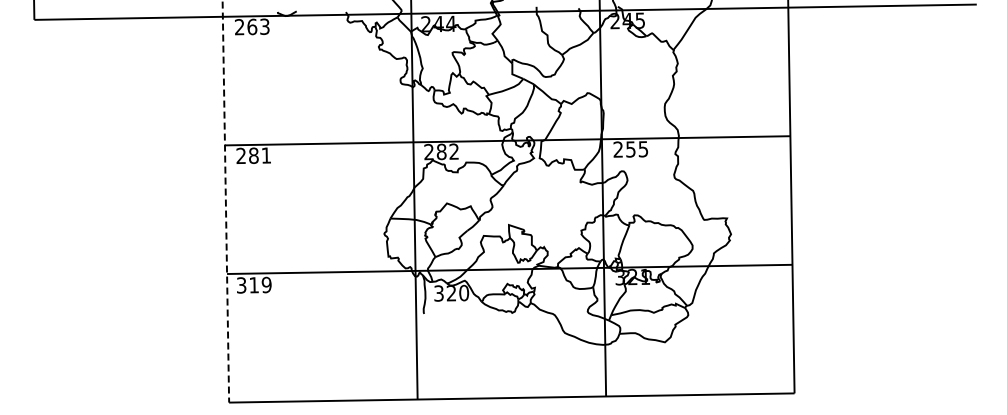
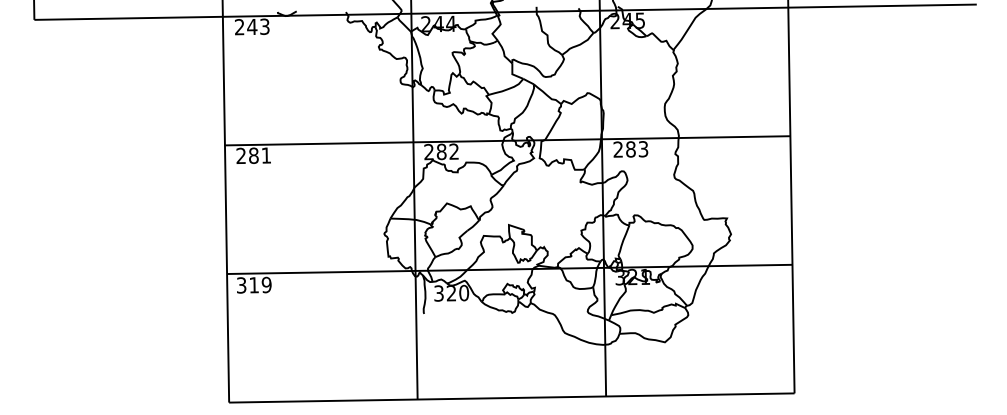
text at (252, 26): 263 -> 243
text at (637, 149): 255 -> 283
line at (225, 201): dashed -> solid
